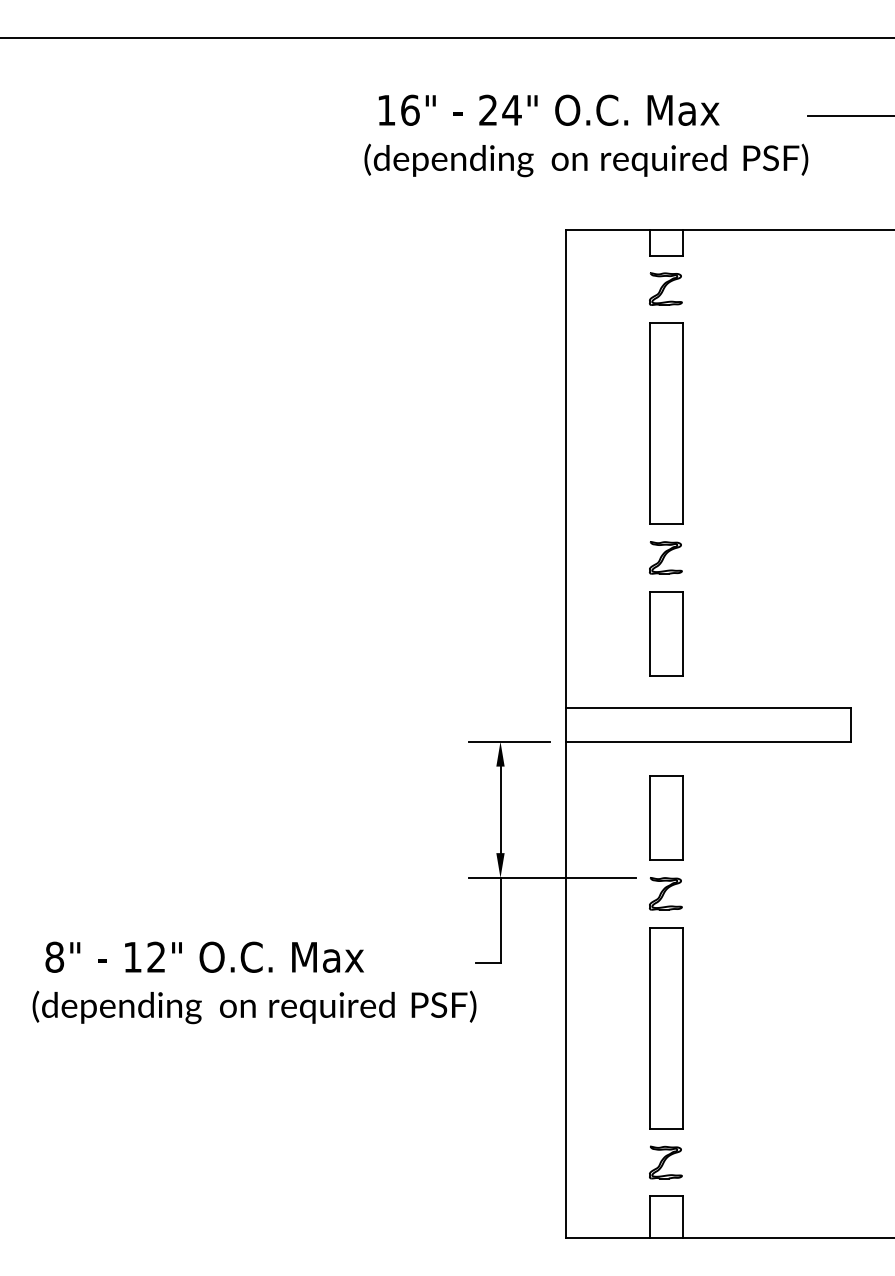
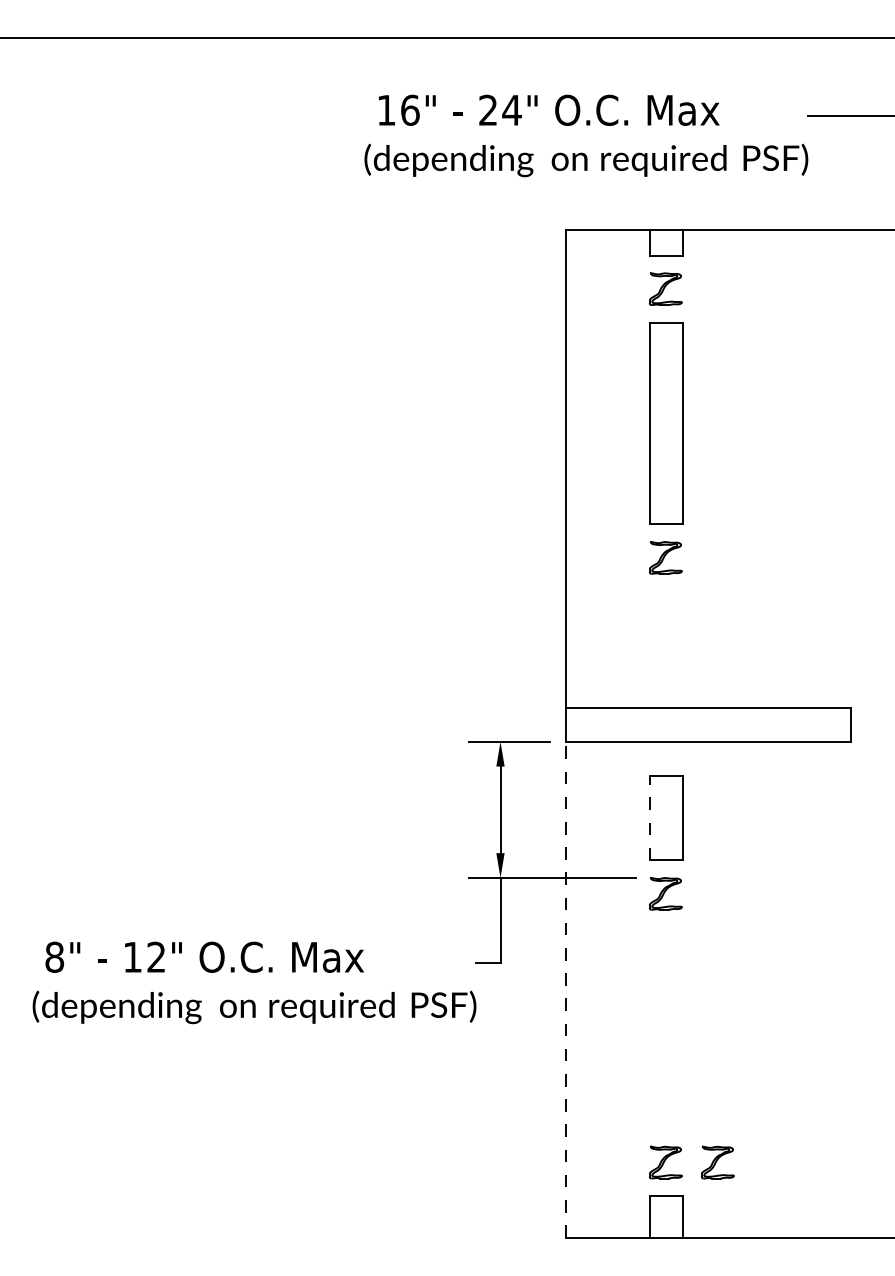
part at (666, 633): present -> none
line at (649, 818): solid -> dashed
line at (565, 989): solid -> dashed
part at (666, 1028): present -> none
part at (717, 1162): none -> present
